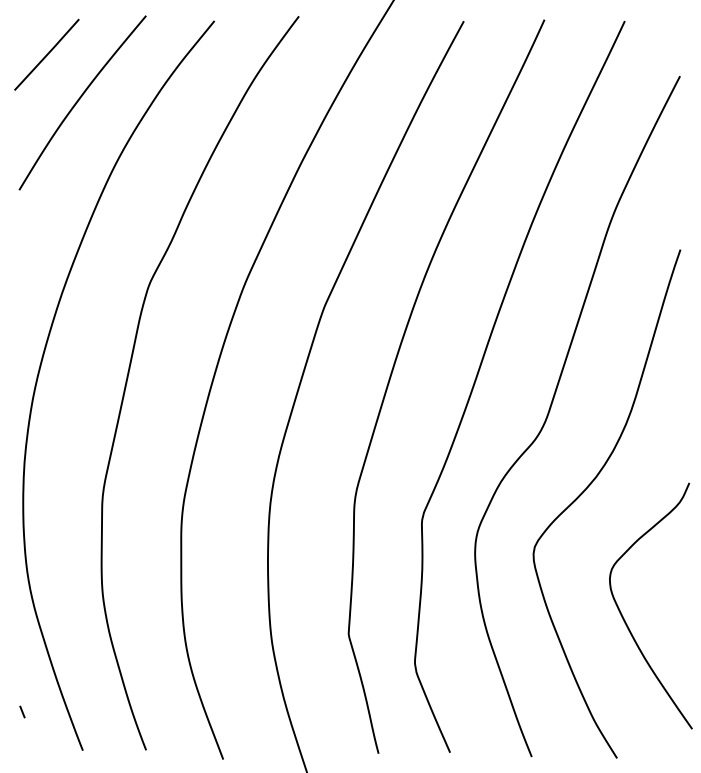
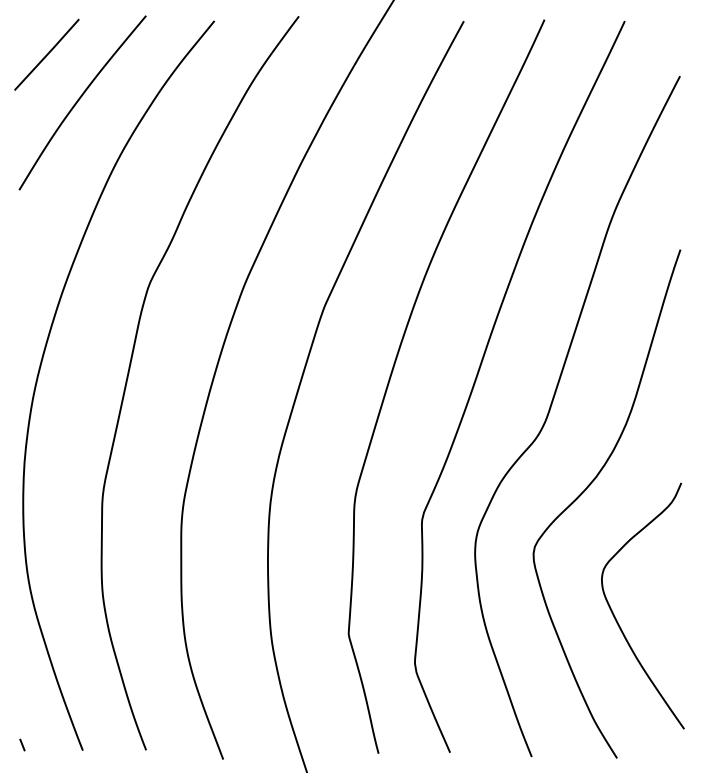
curve at (624, 618) position: (624, 618) -> (616, 618)
line at (22, 711) position: (22, 711) -> (22, 744)
